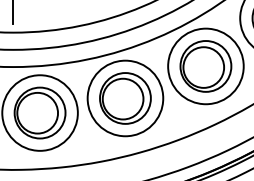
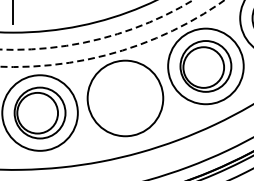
circle at (96, 24): solid -> dashed
circle at (112, 33): solid -> dashed
part at (125, 98): present -> none
